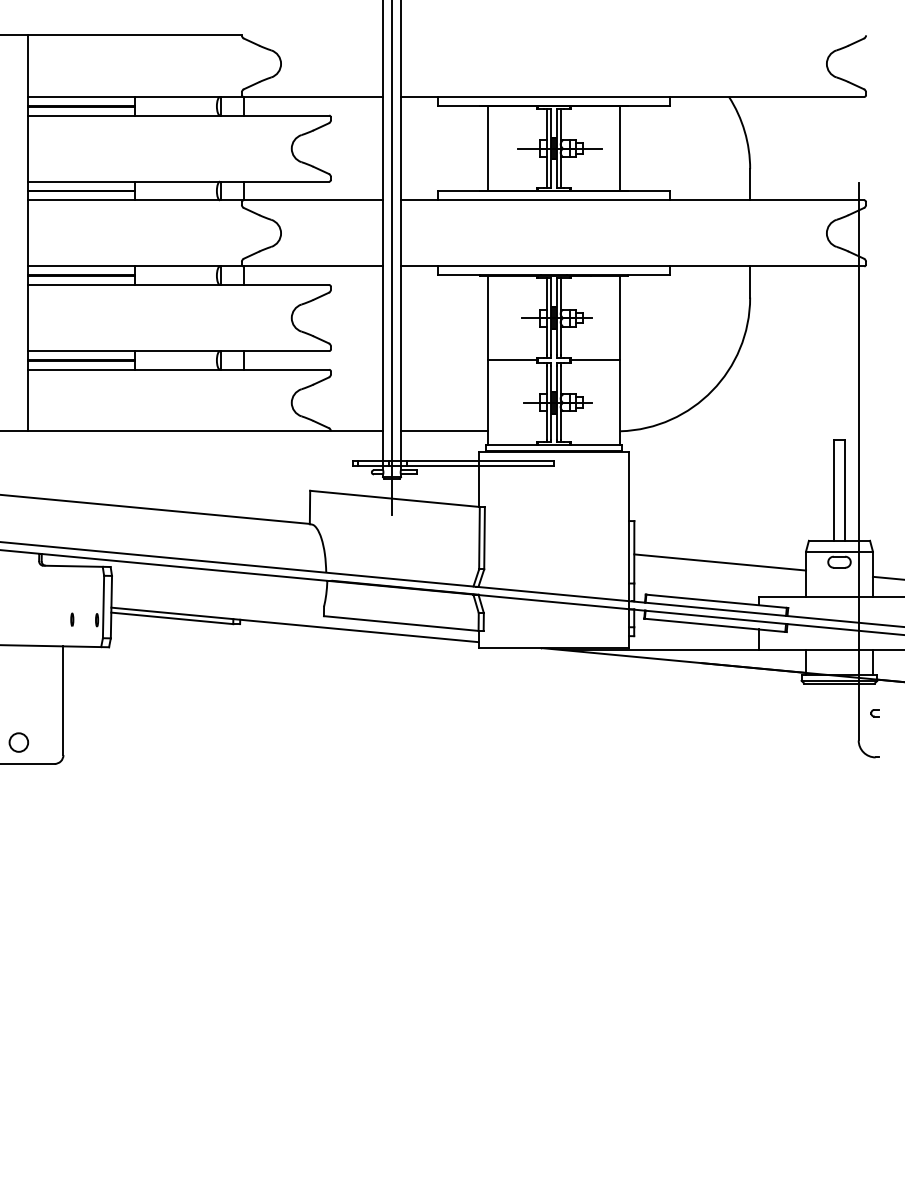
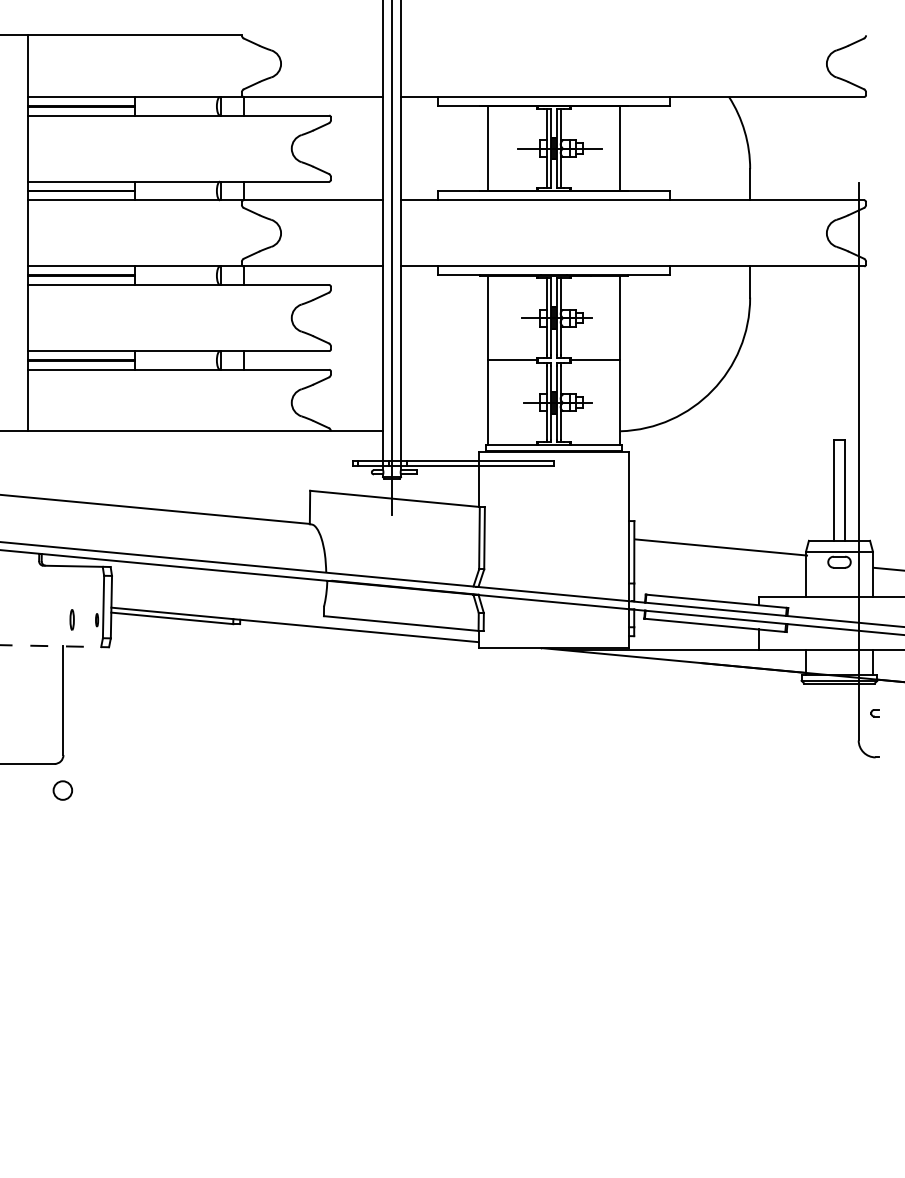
line at (443, 431): present -> none
line at (720, 562) position: (720, 562) -> (721, 547)
line at (886, 577) position: (886, 577) -> (887, 568)
part at (72, 619) size: 5x15 px -> 6x22 px
line at (55, 646): solid -> dashed
circle at (18, 742) position: (18, 742) -> (62, 790)
